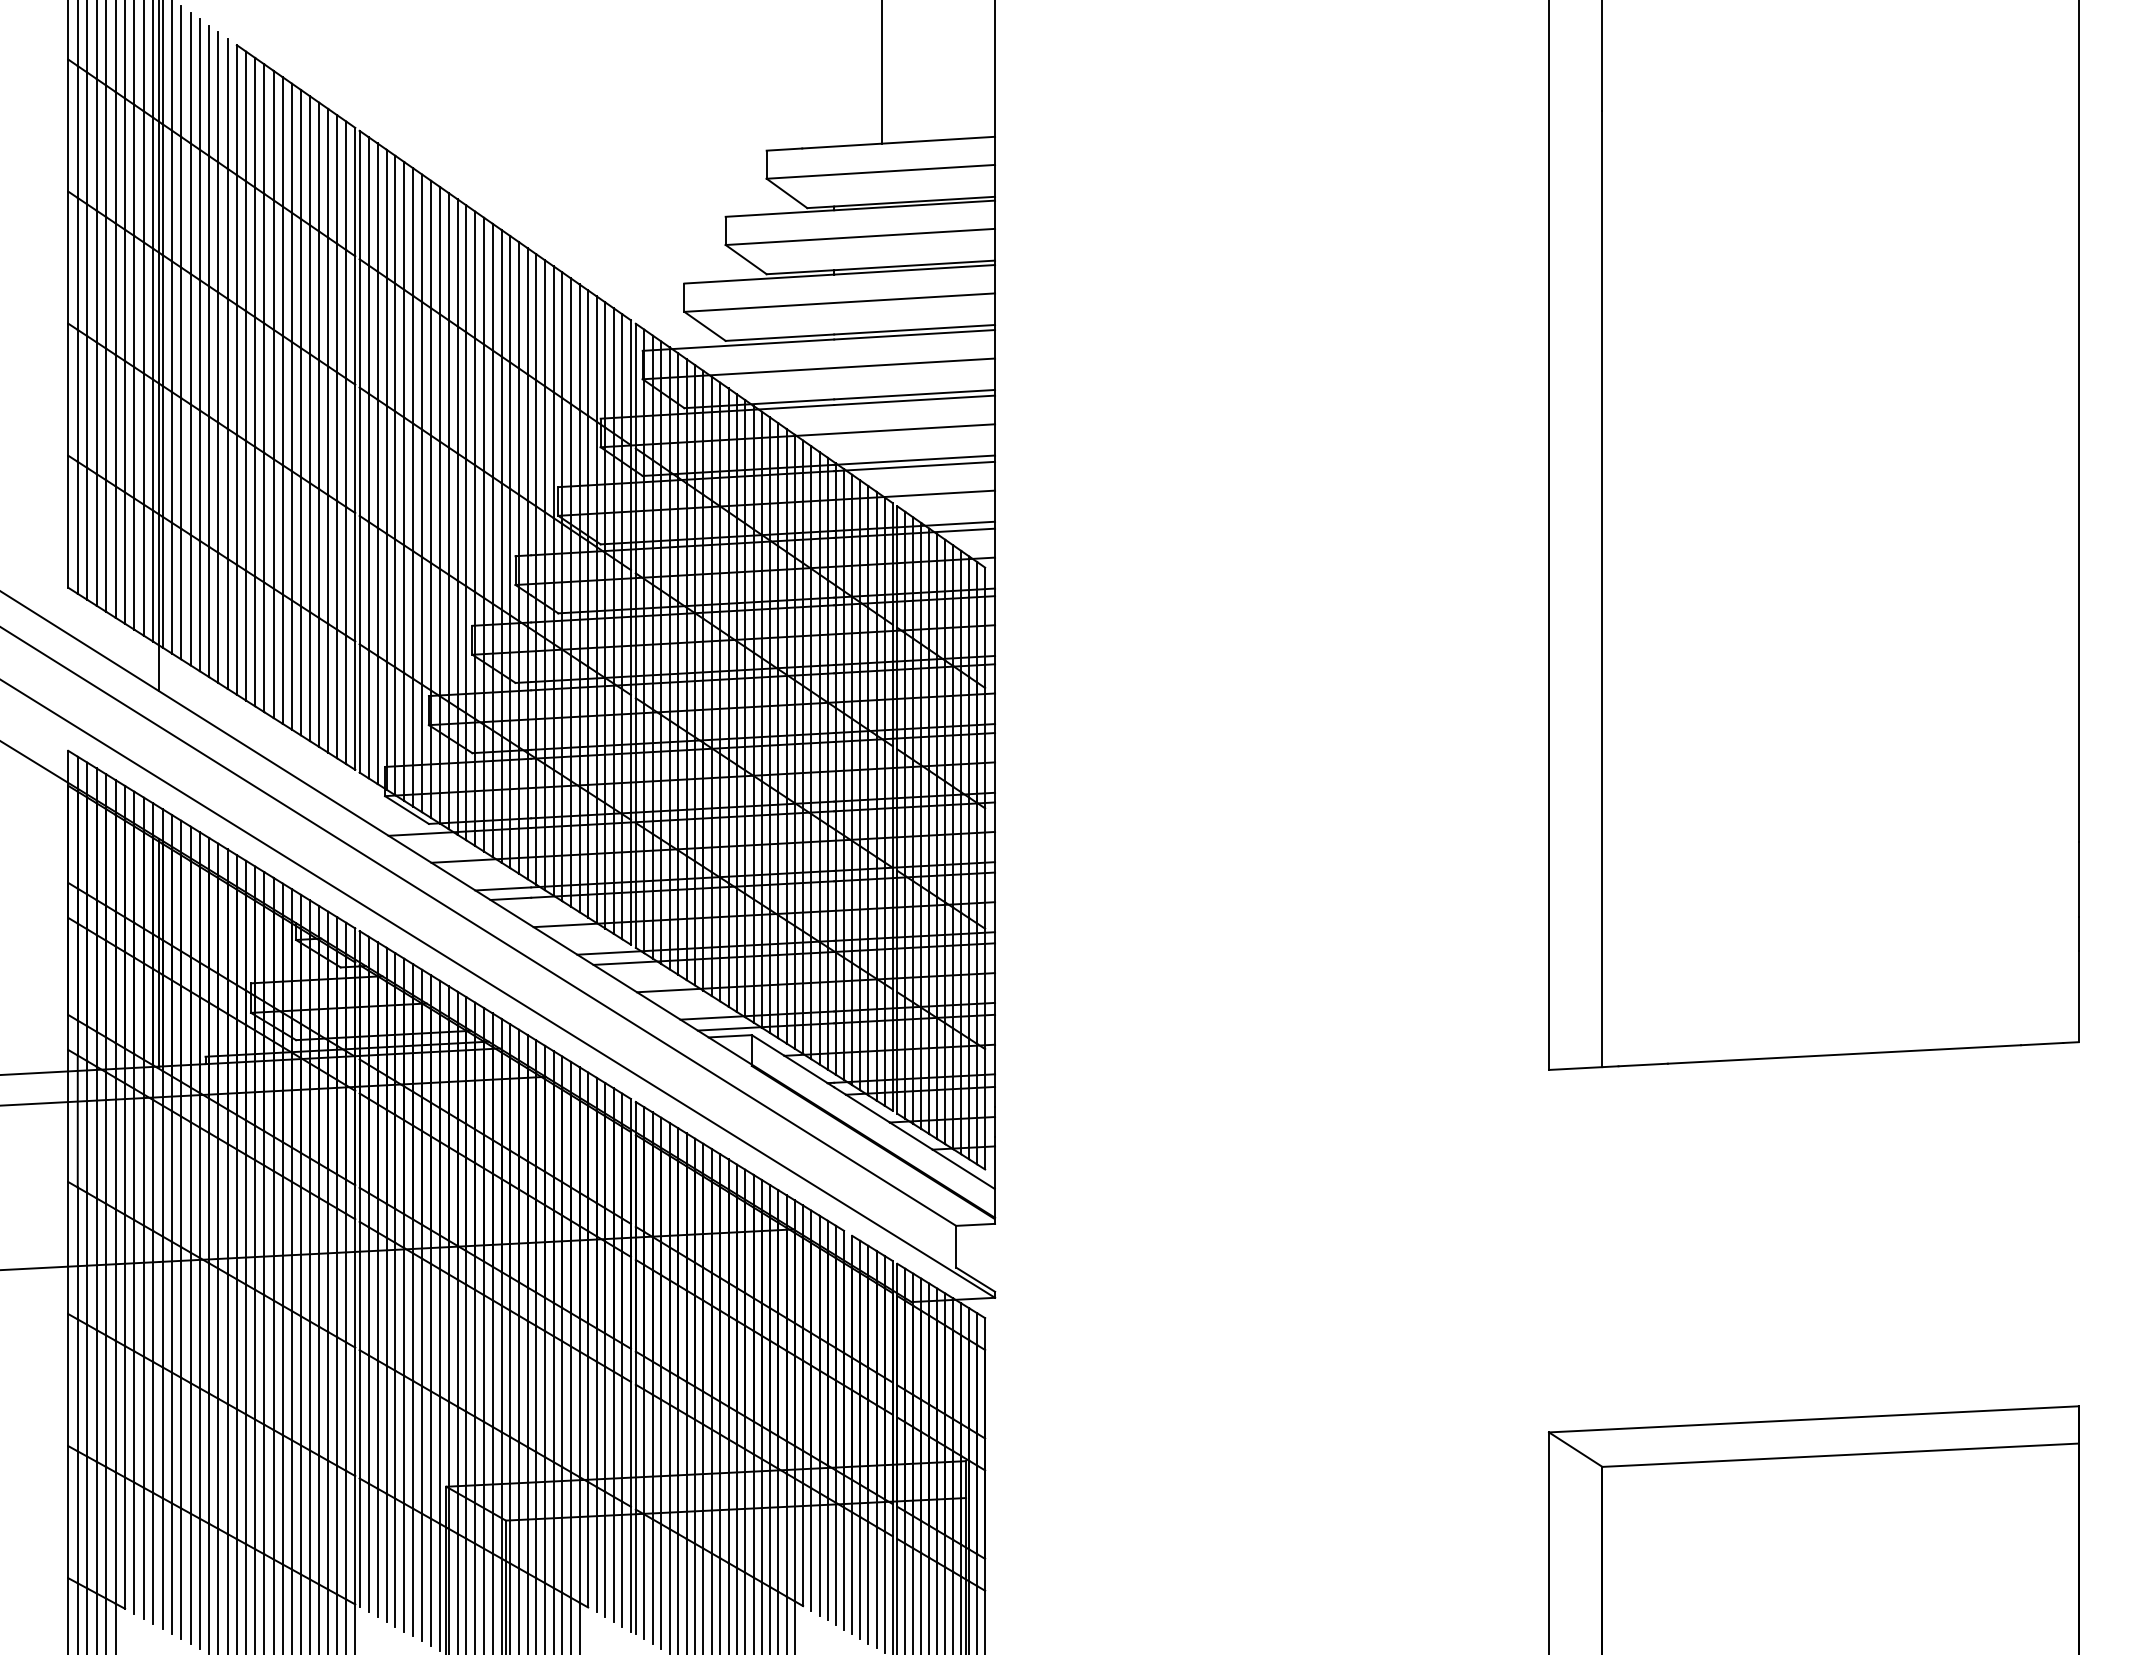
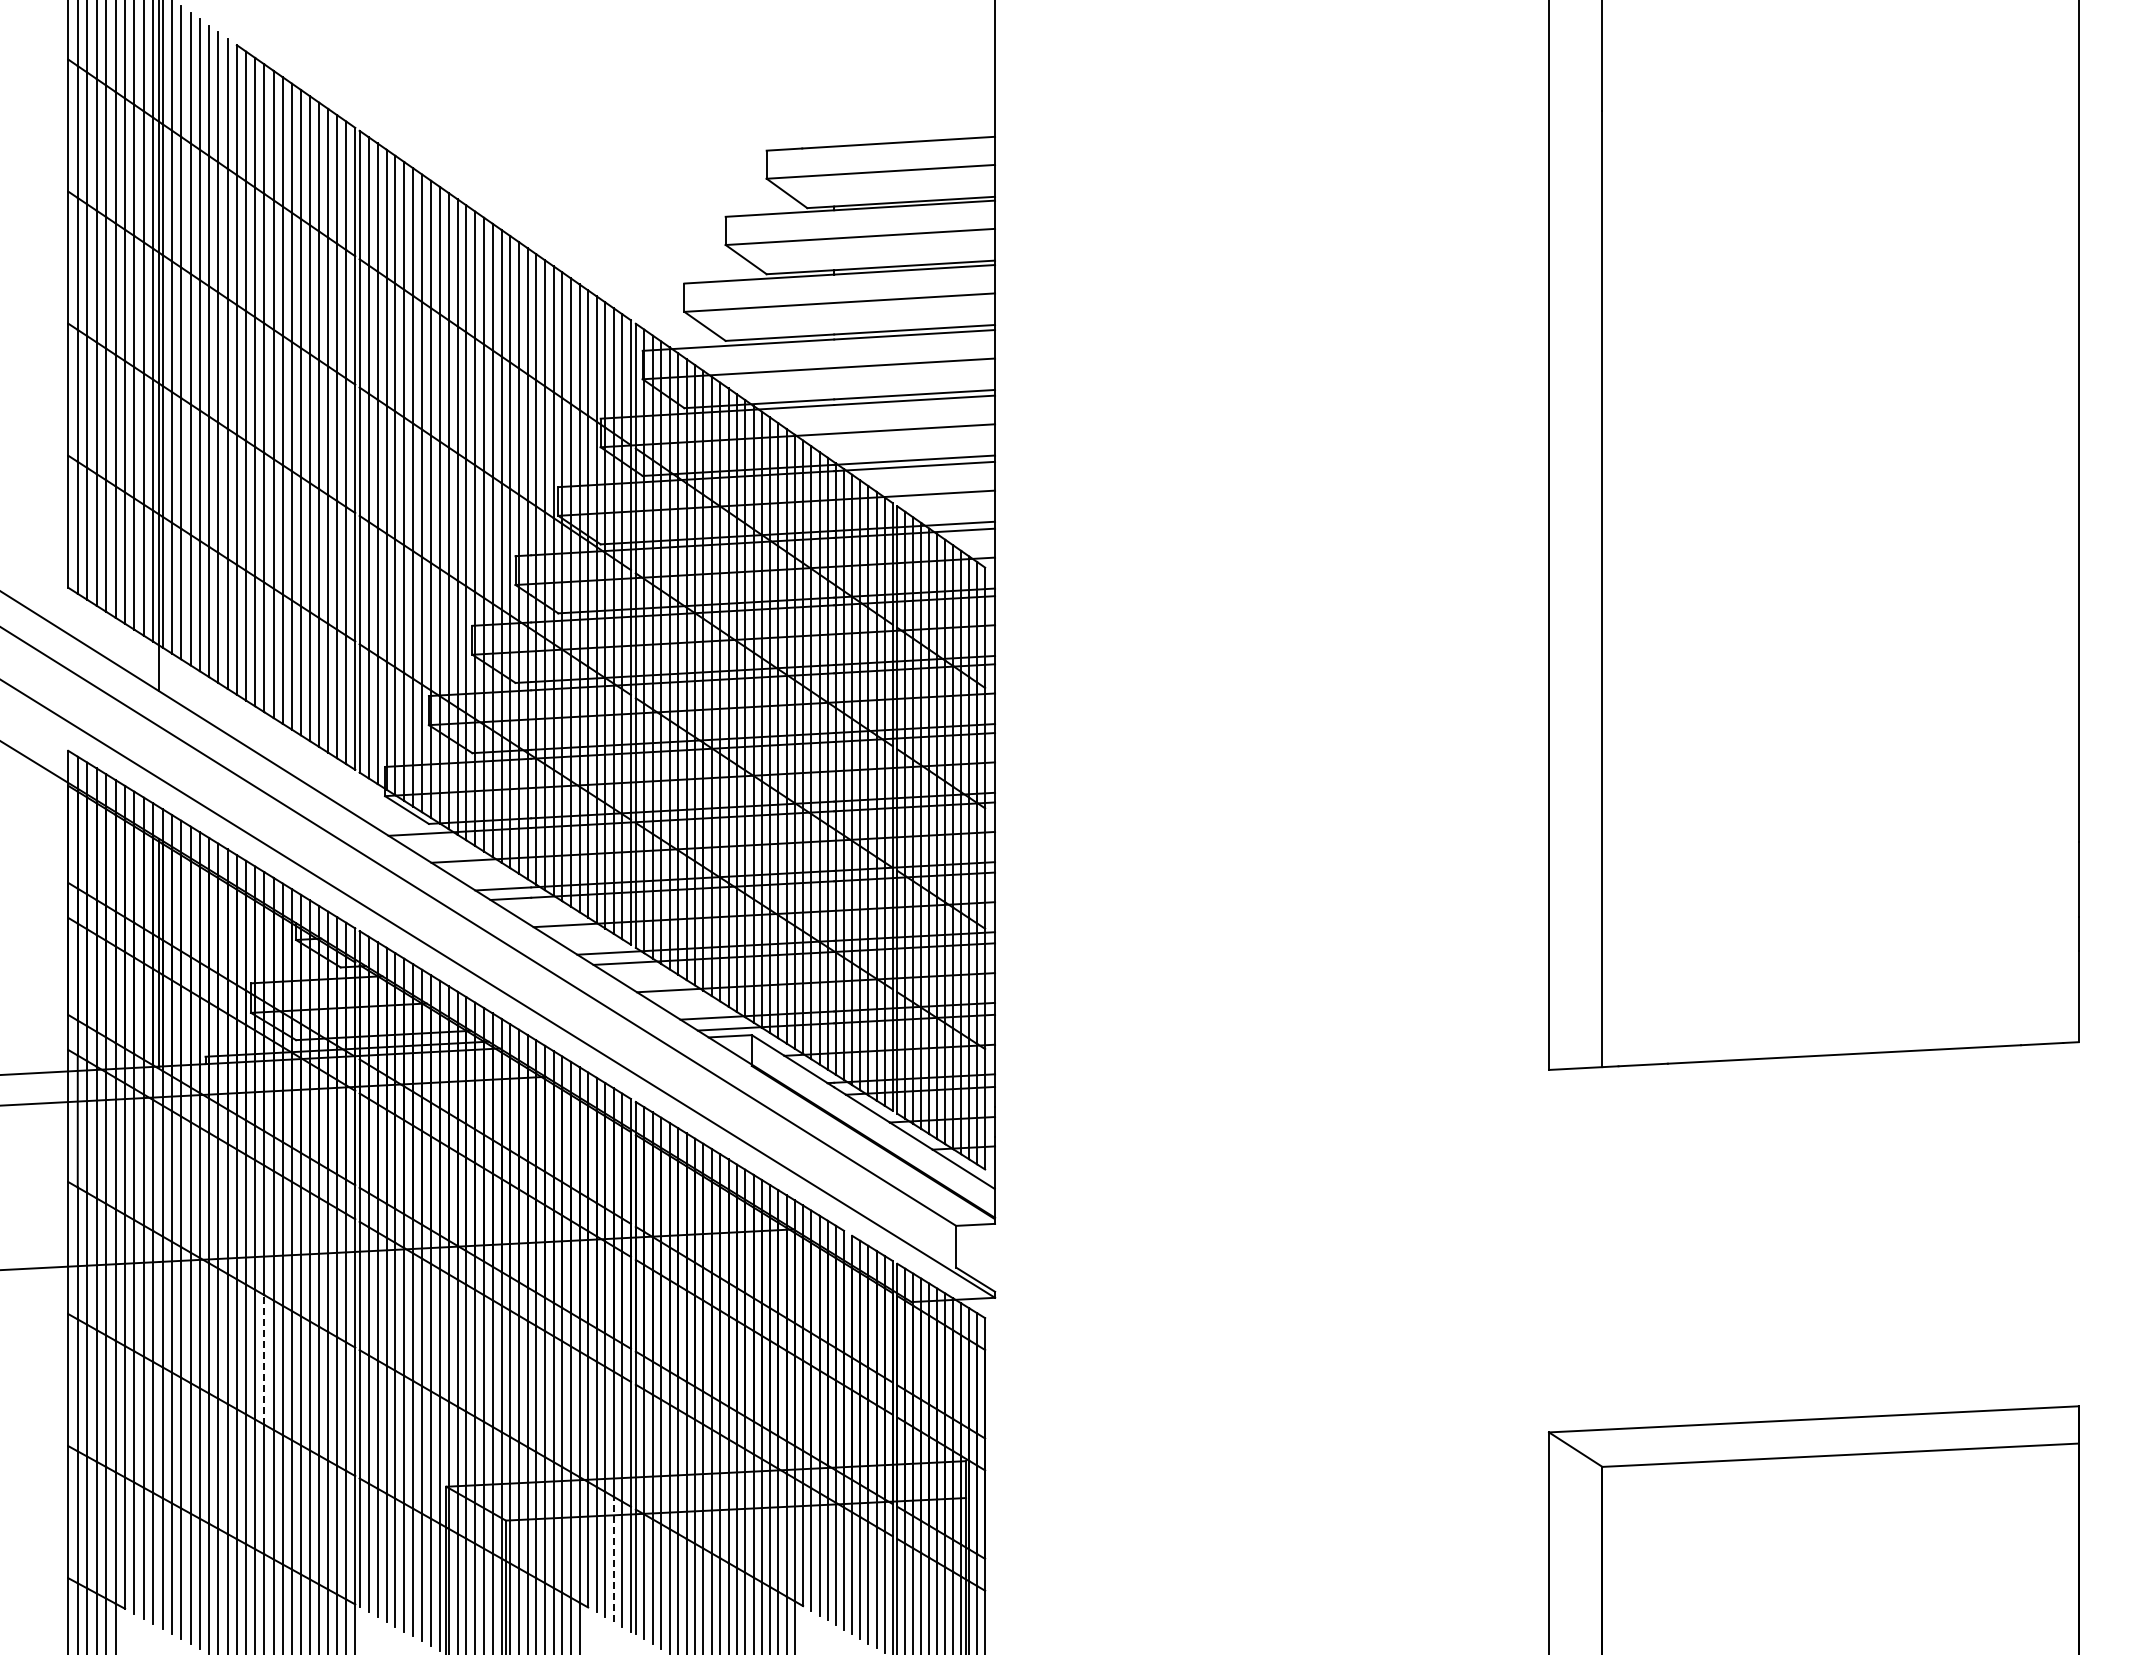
line at (881, 72): present -> none
line at (264, 1360): solid -> dashed
line at (613, 1559): solid -> dashed
